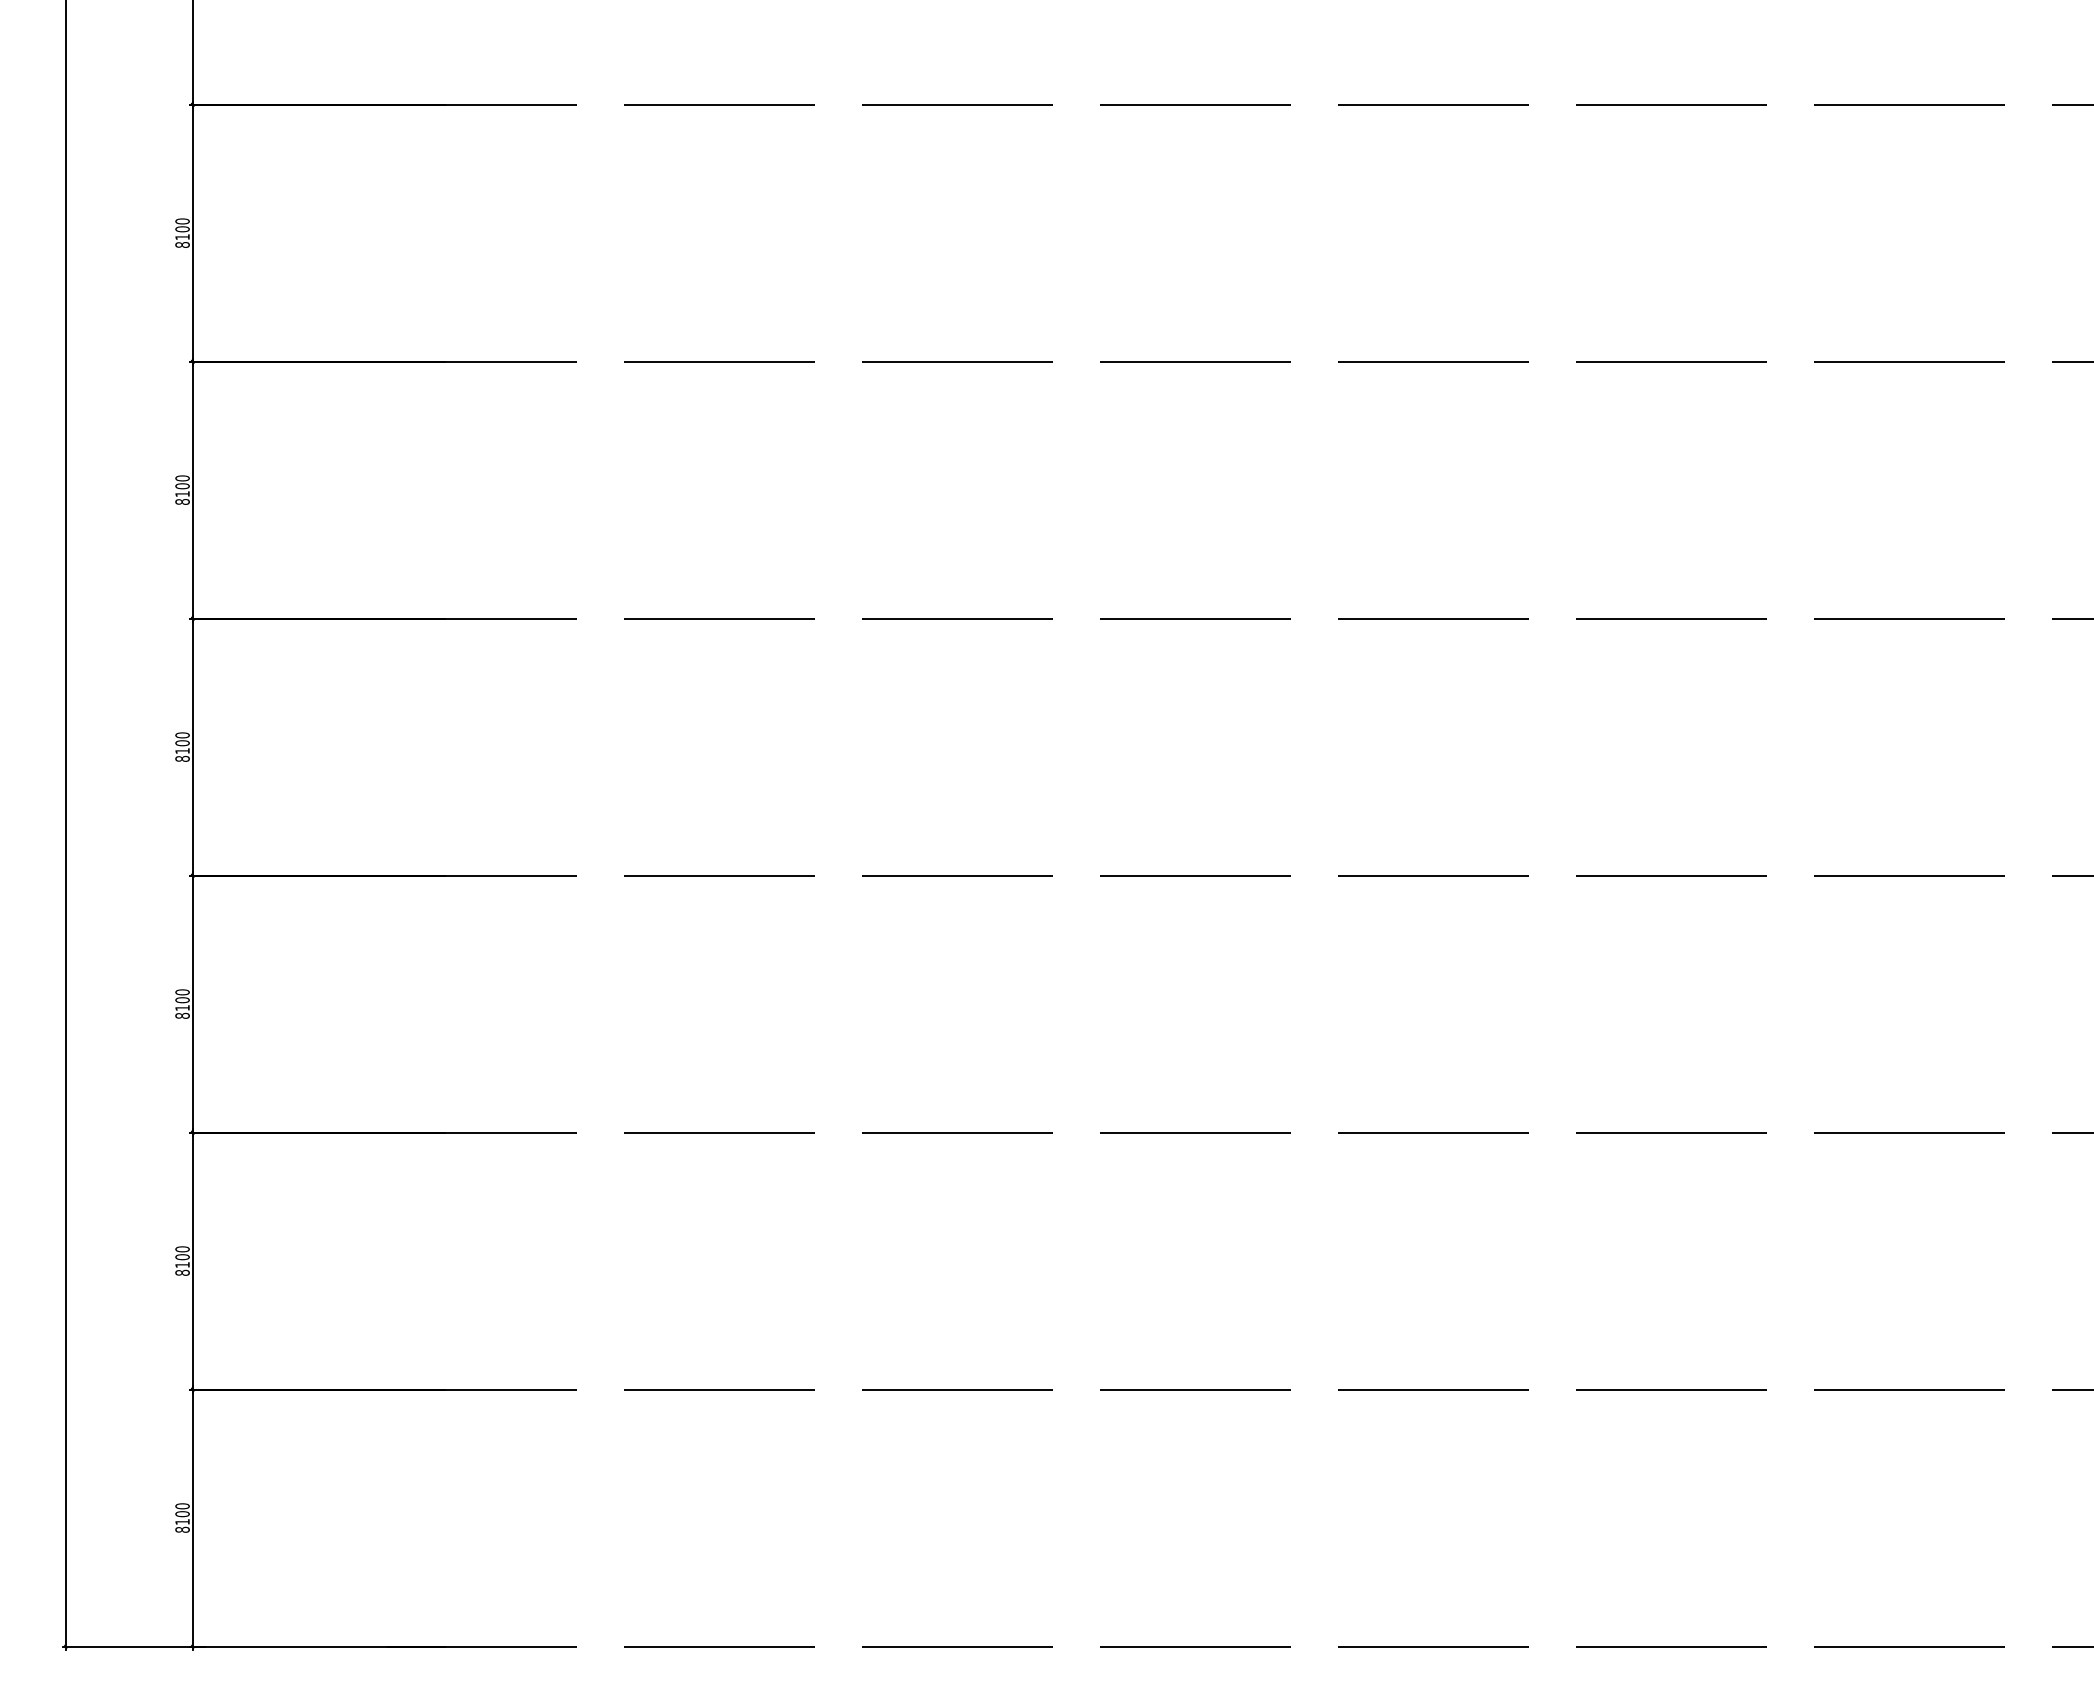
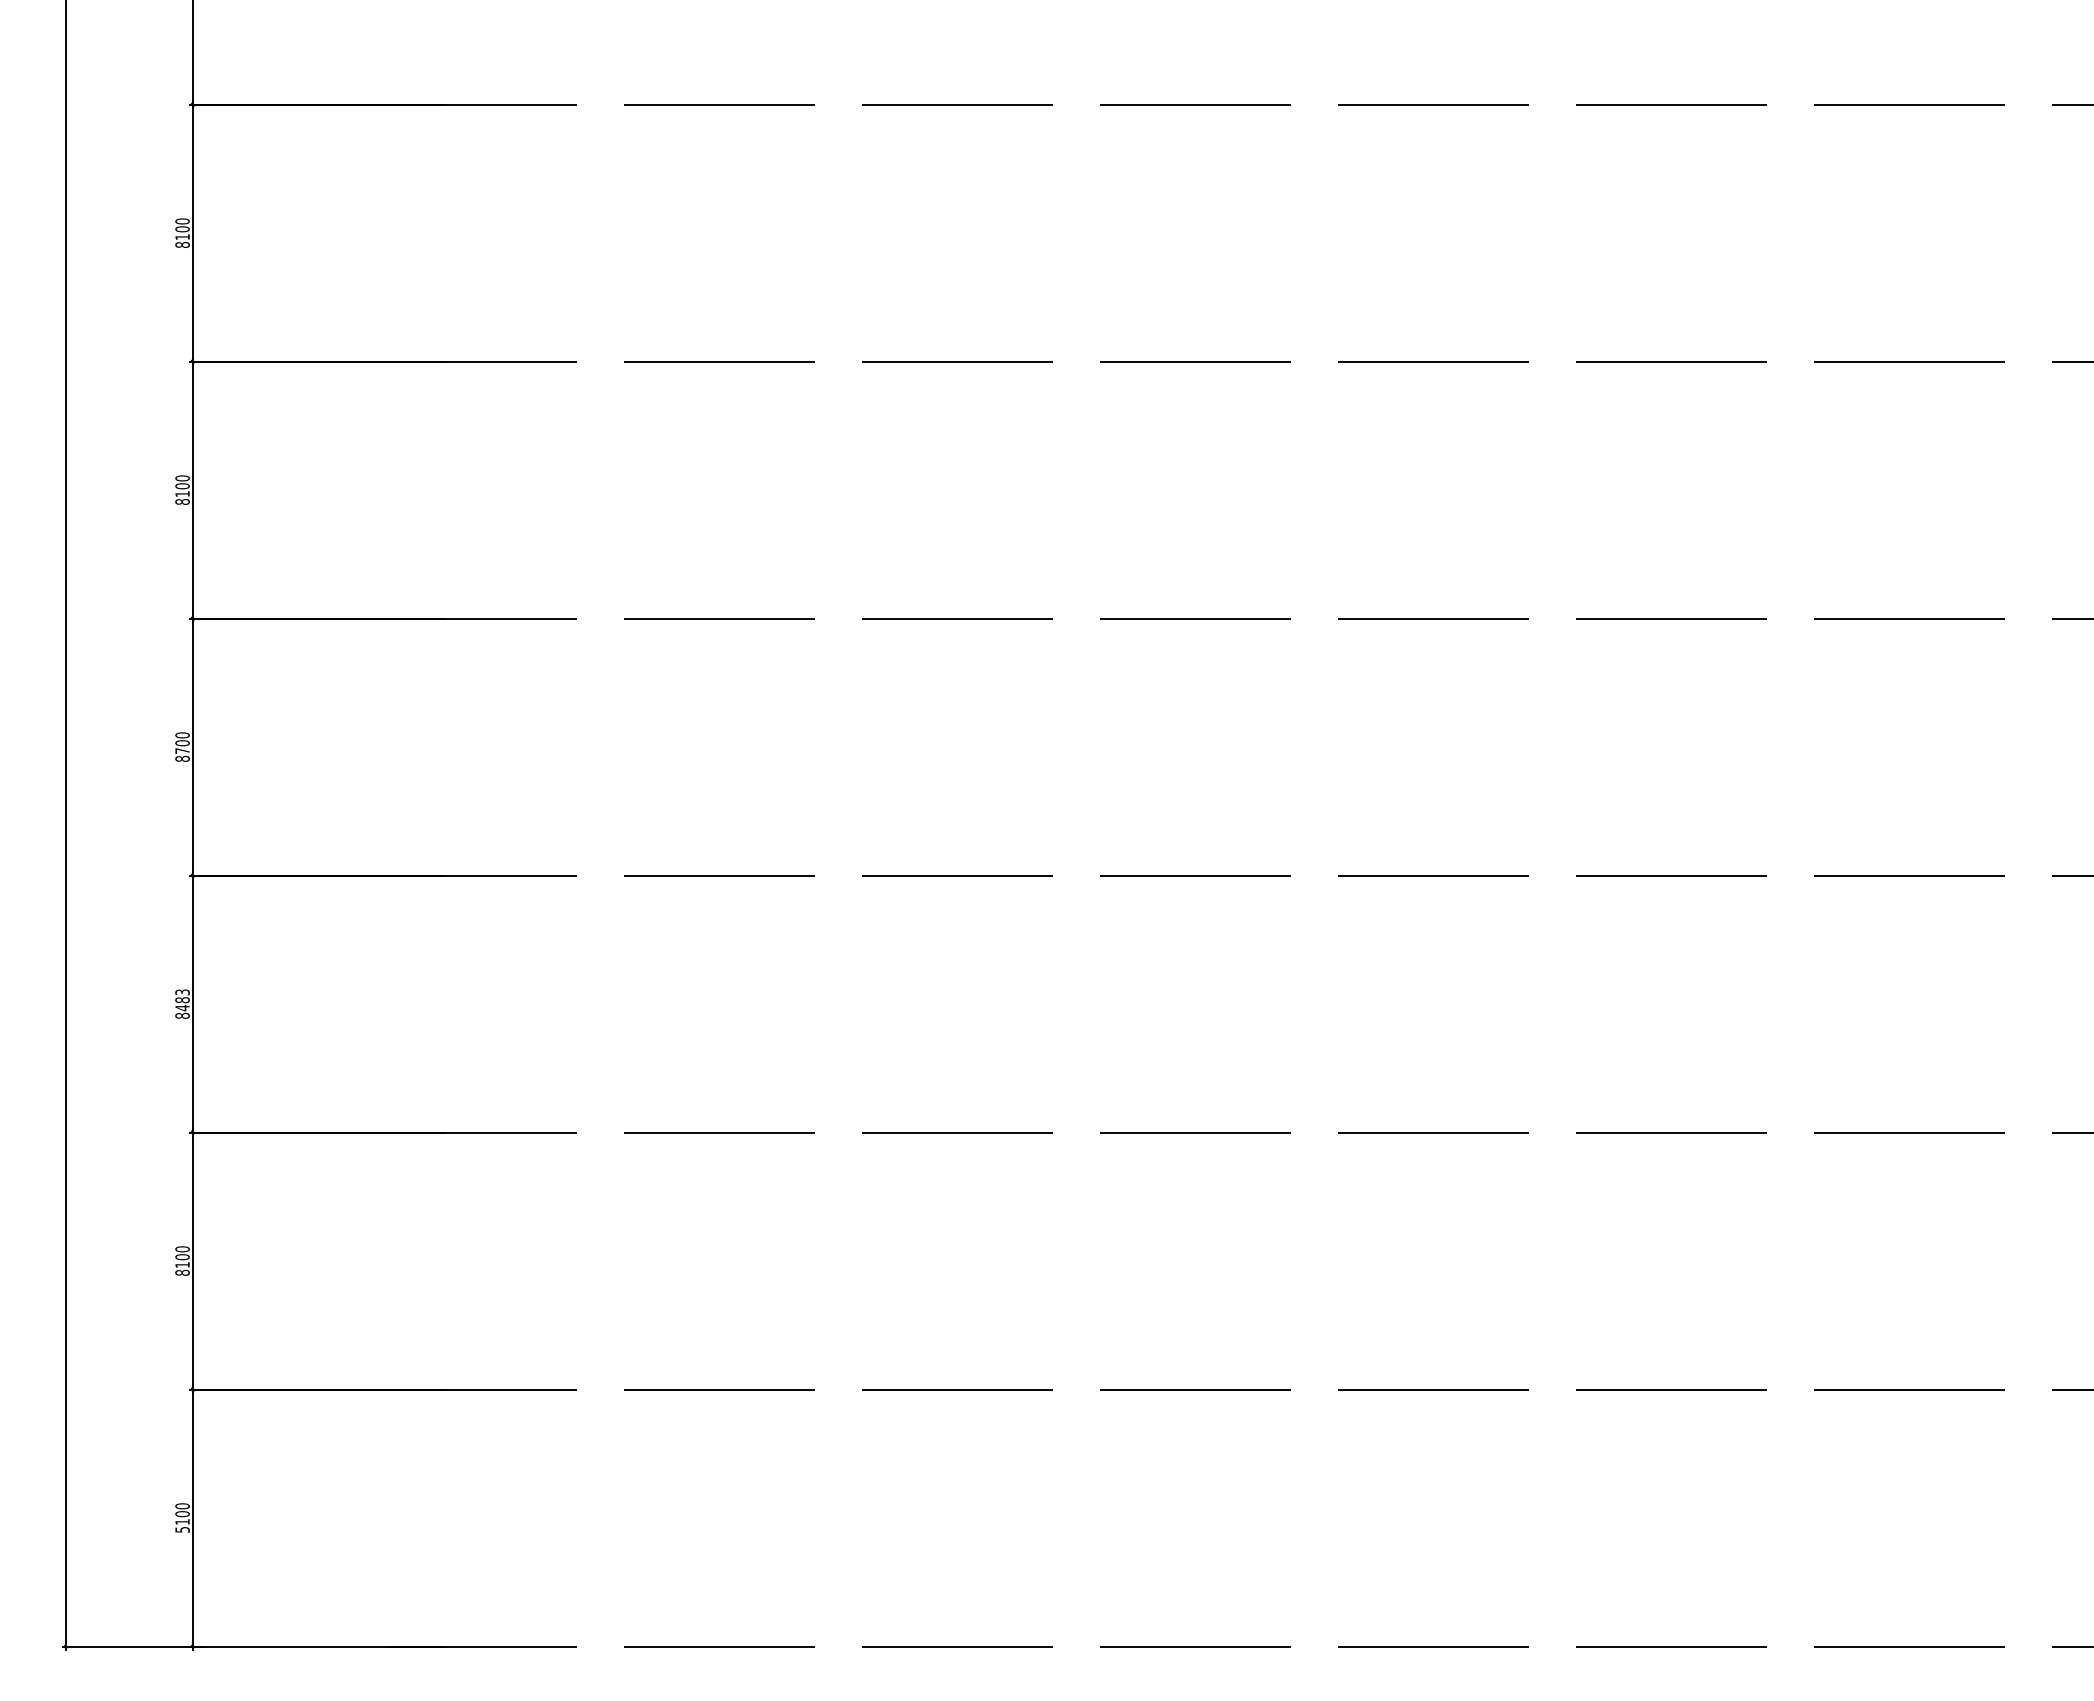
text at (182, 750): 8100 -> 8700
text at (182, 1000): 8100 -> 8483
text at (182, 1529): 8100 -> 5100
